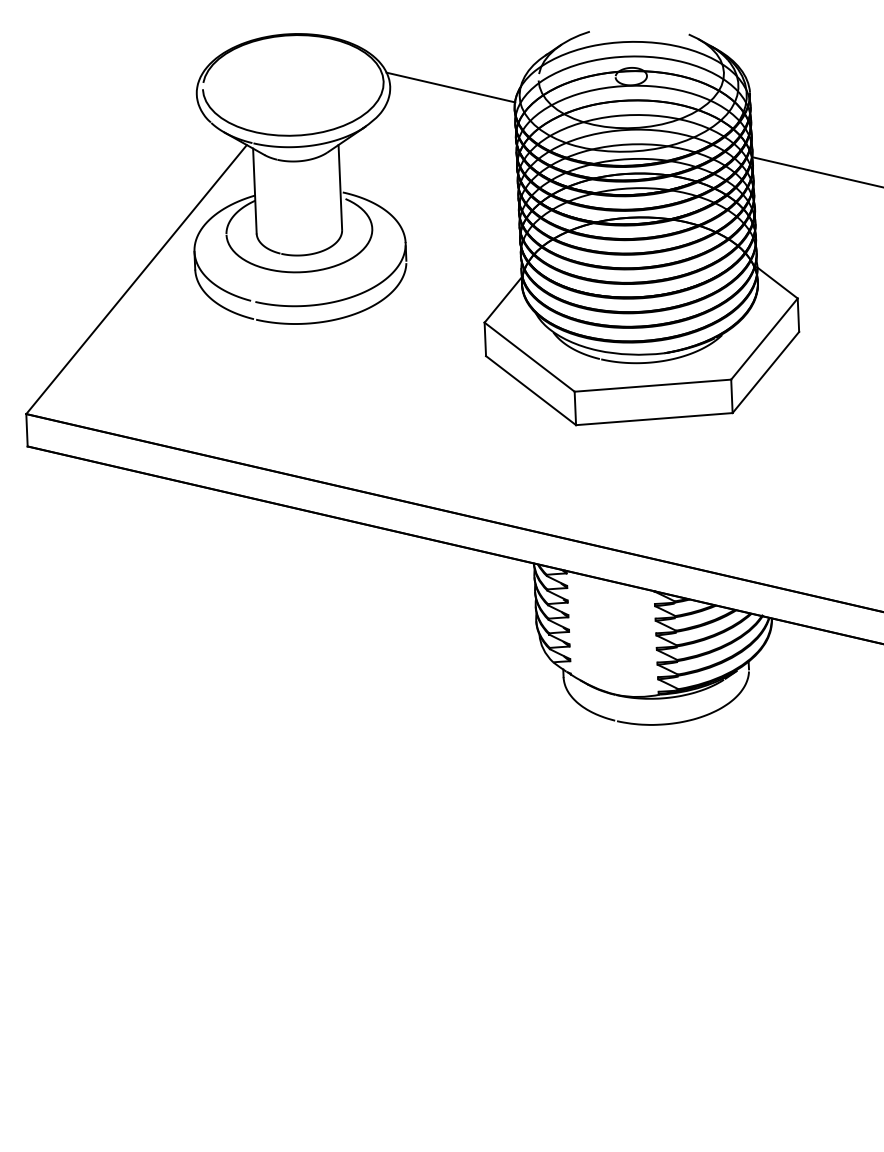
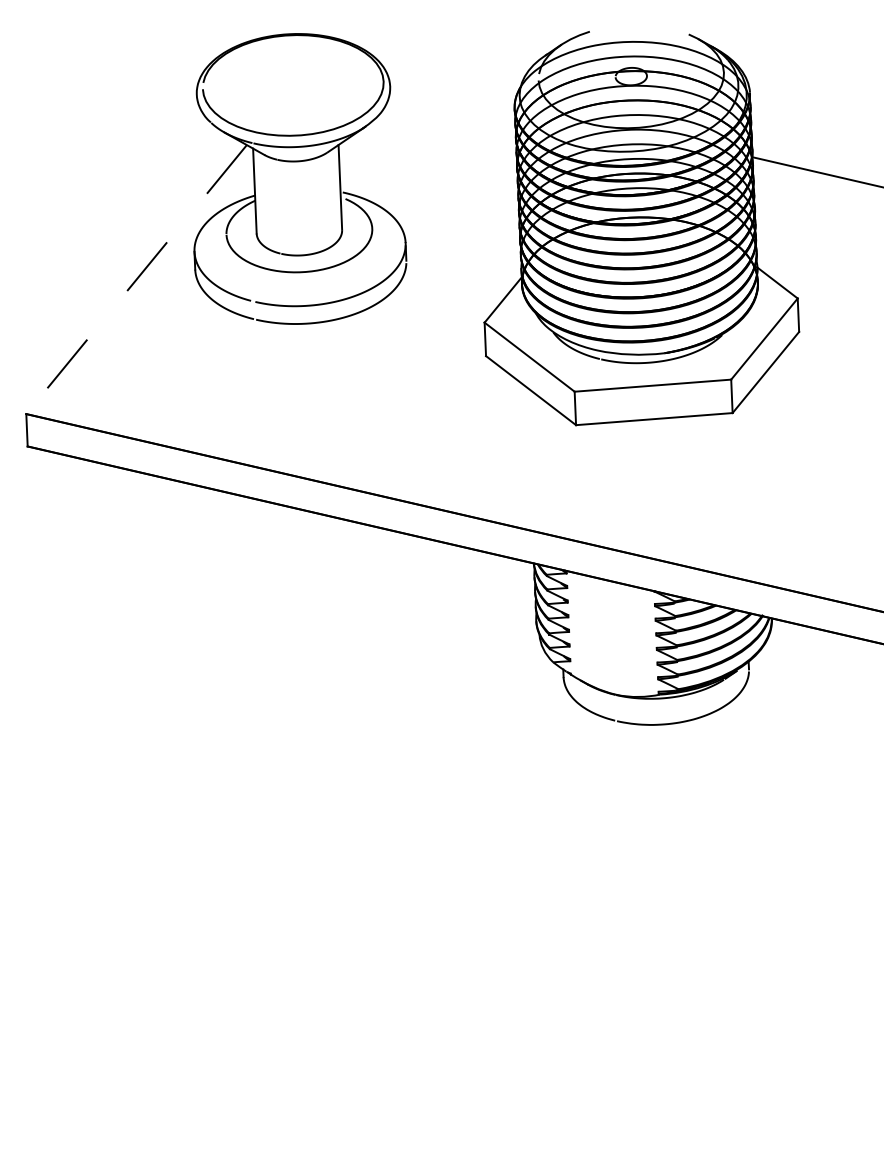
line at (450, 87): present -> none
line at (136, 279): solid -> dashed
